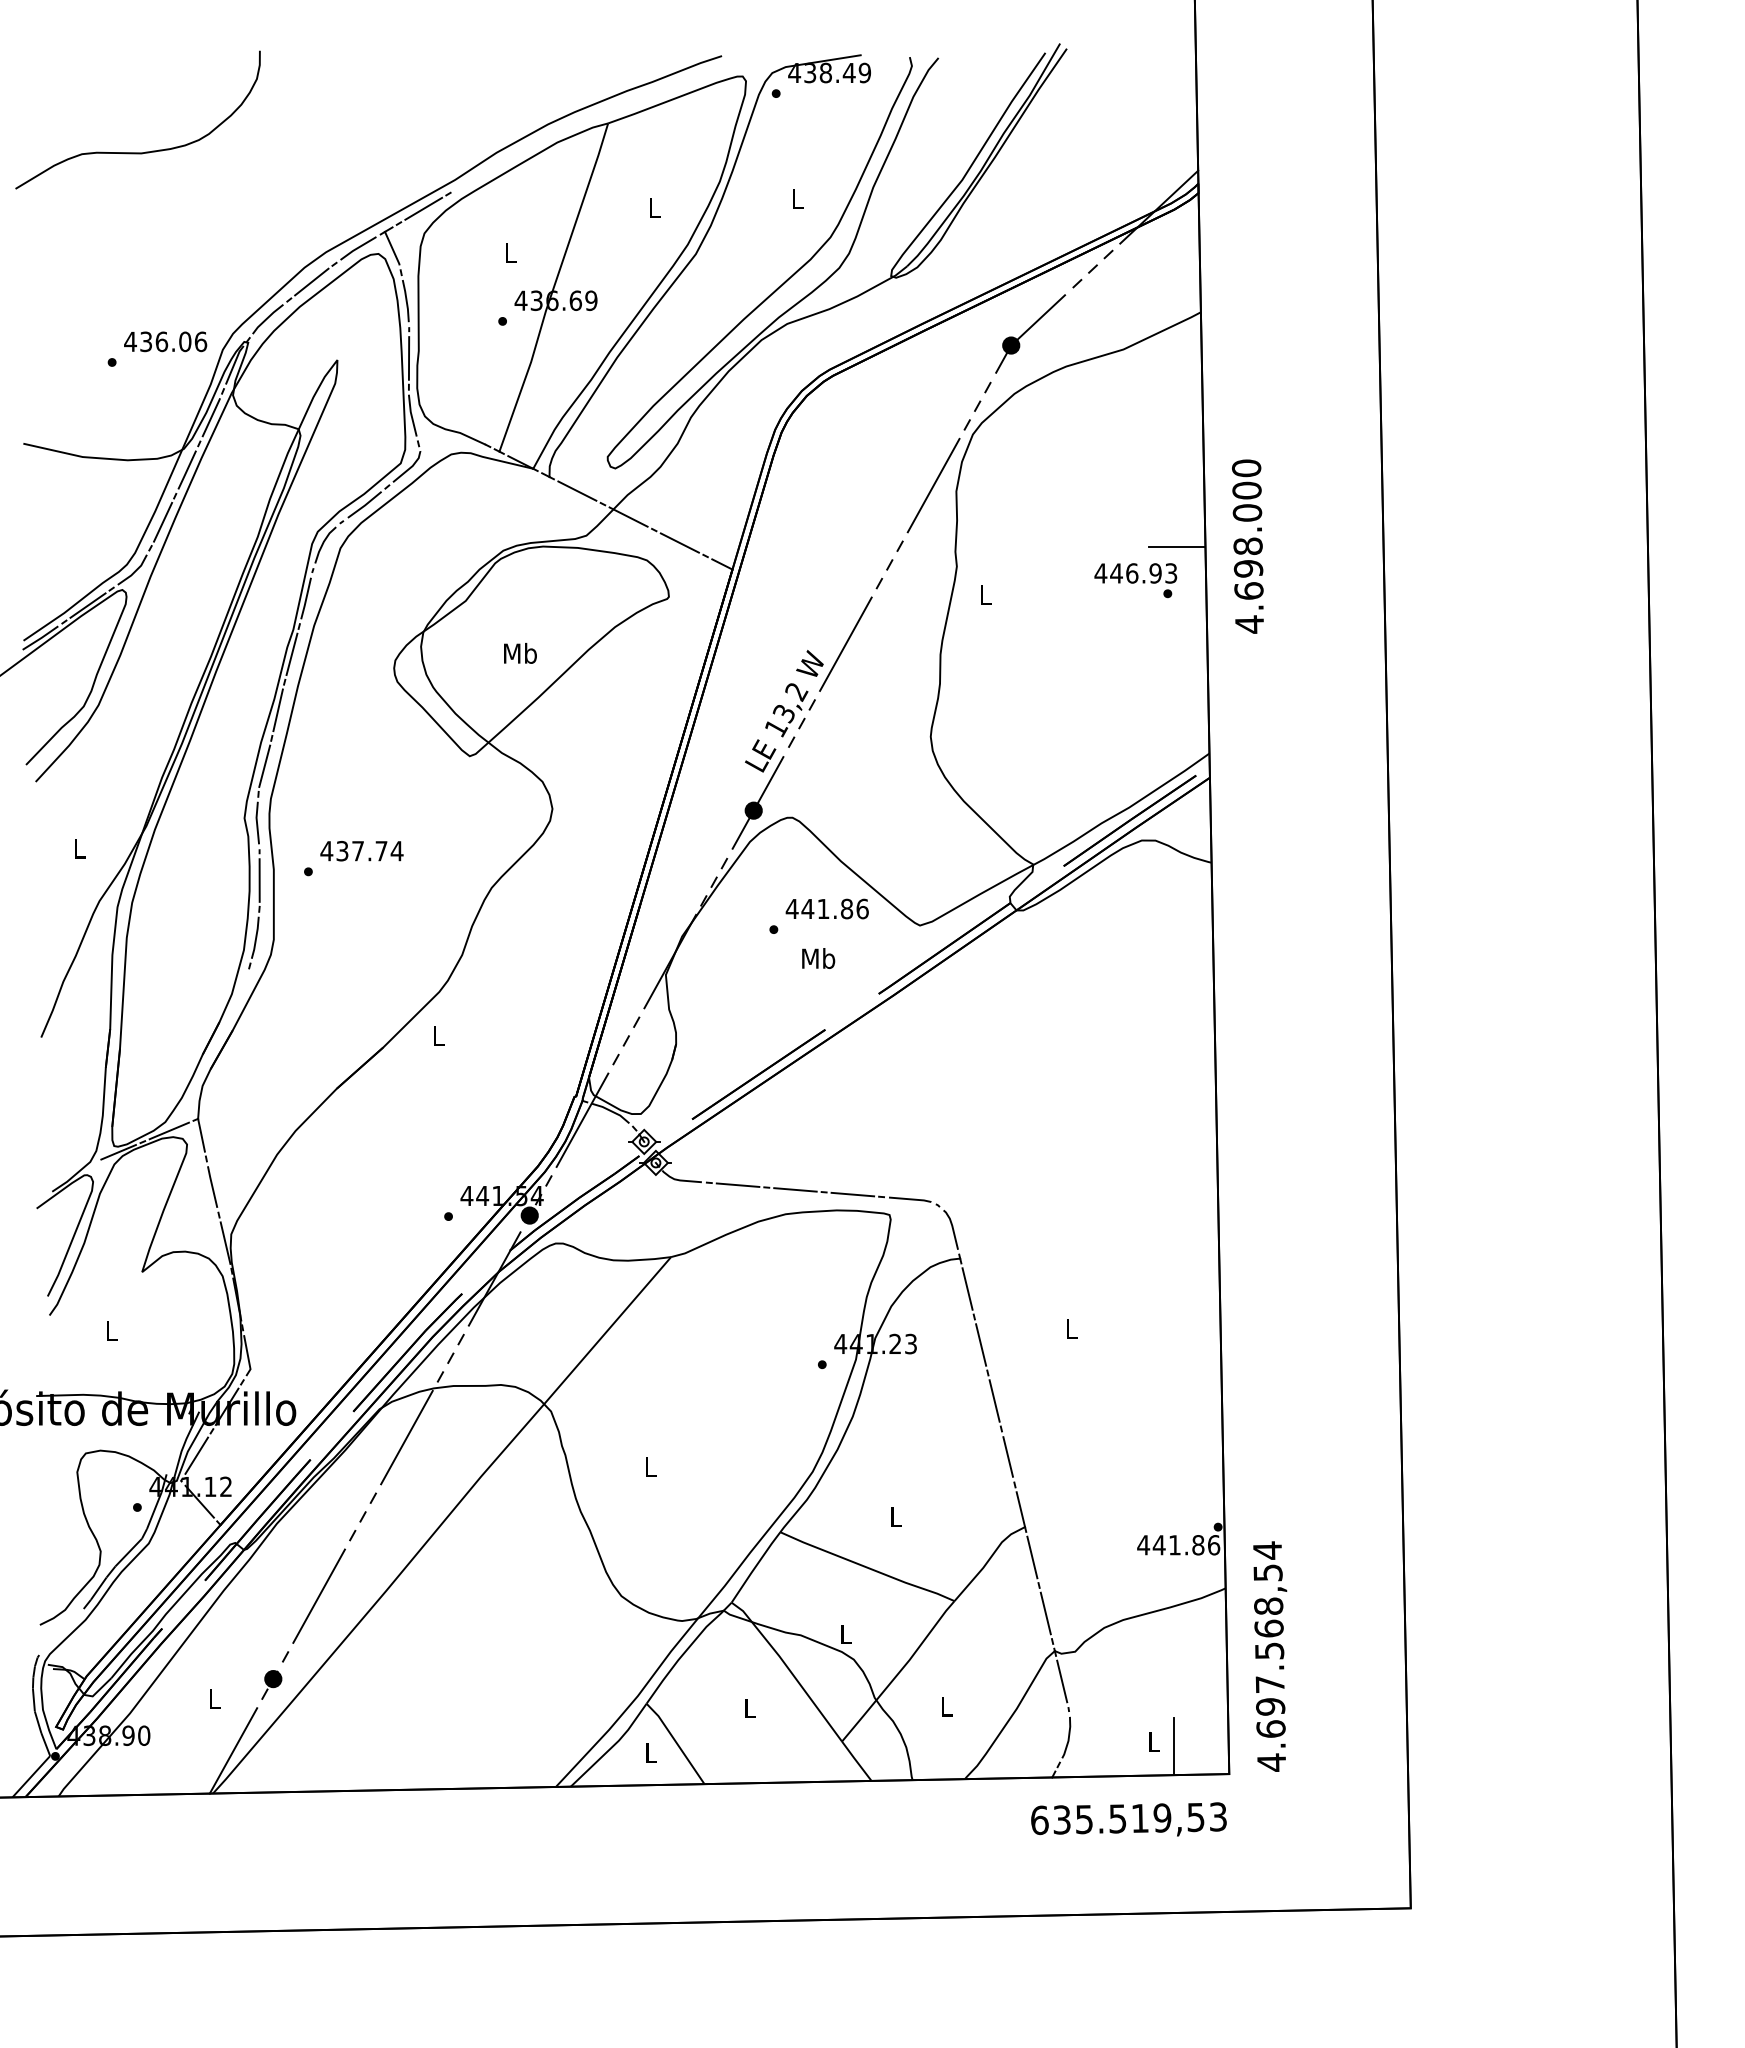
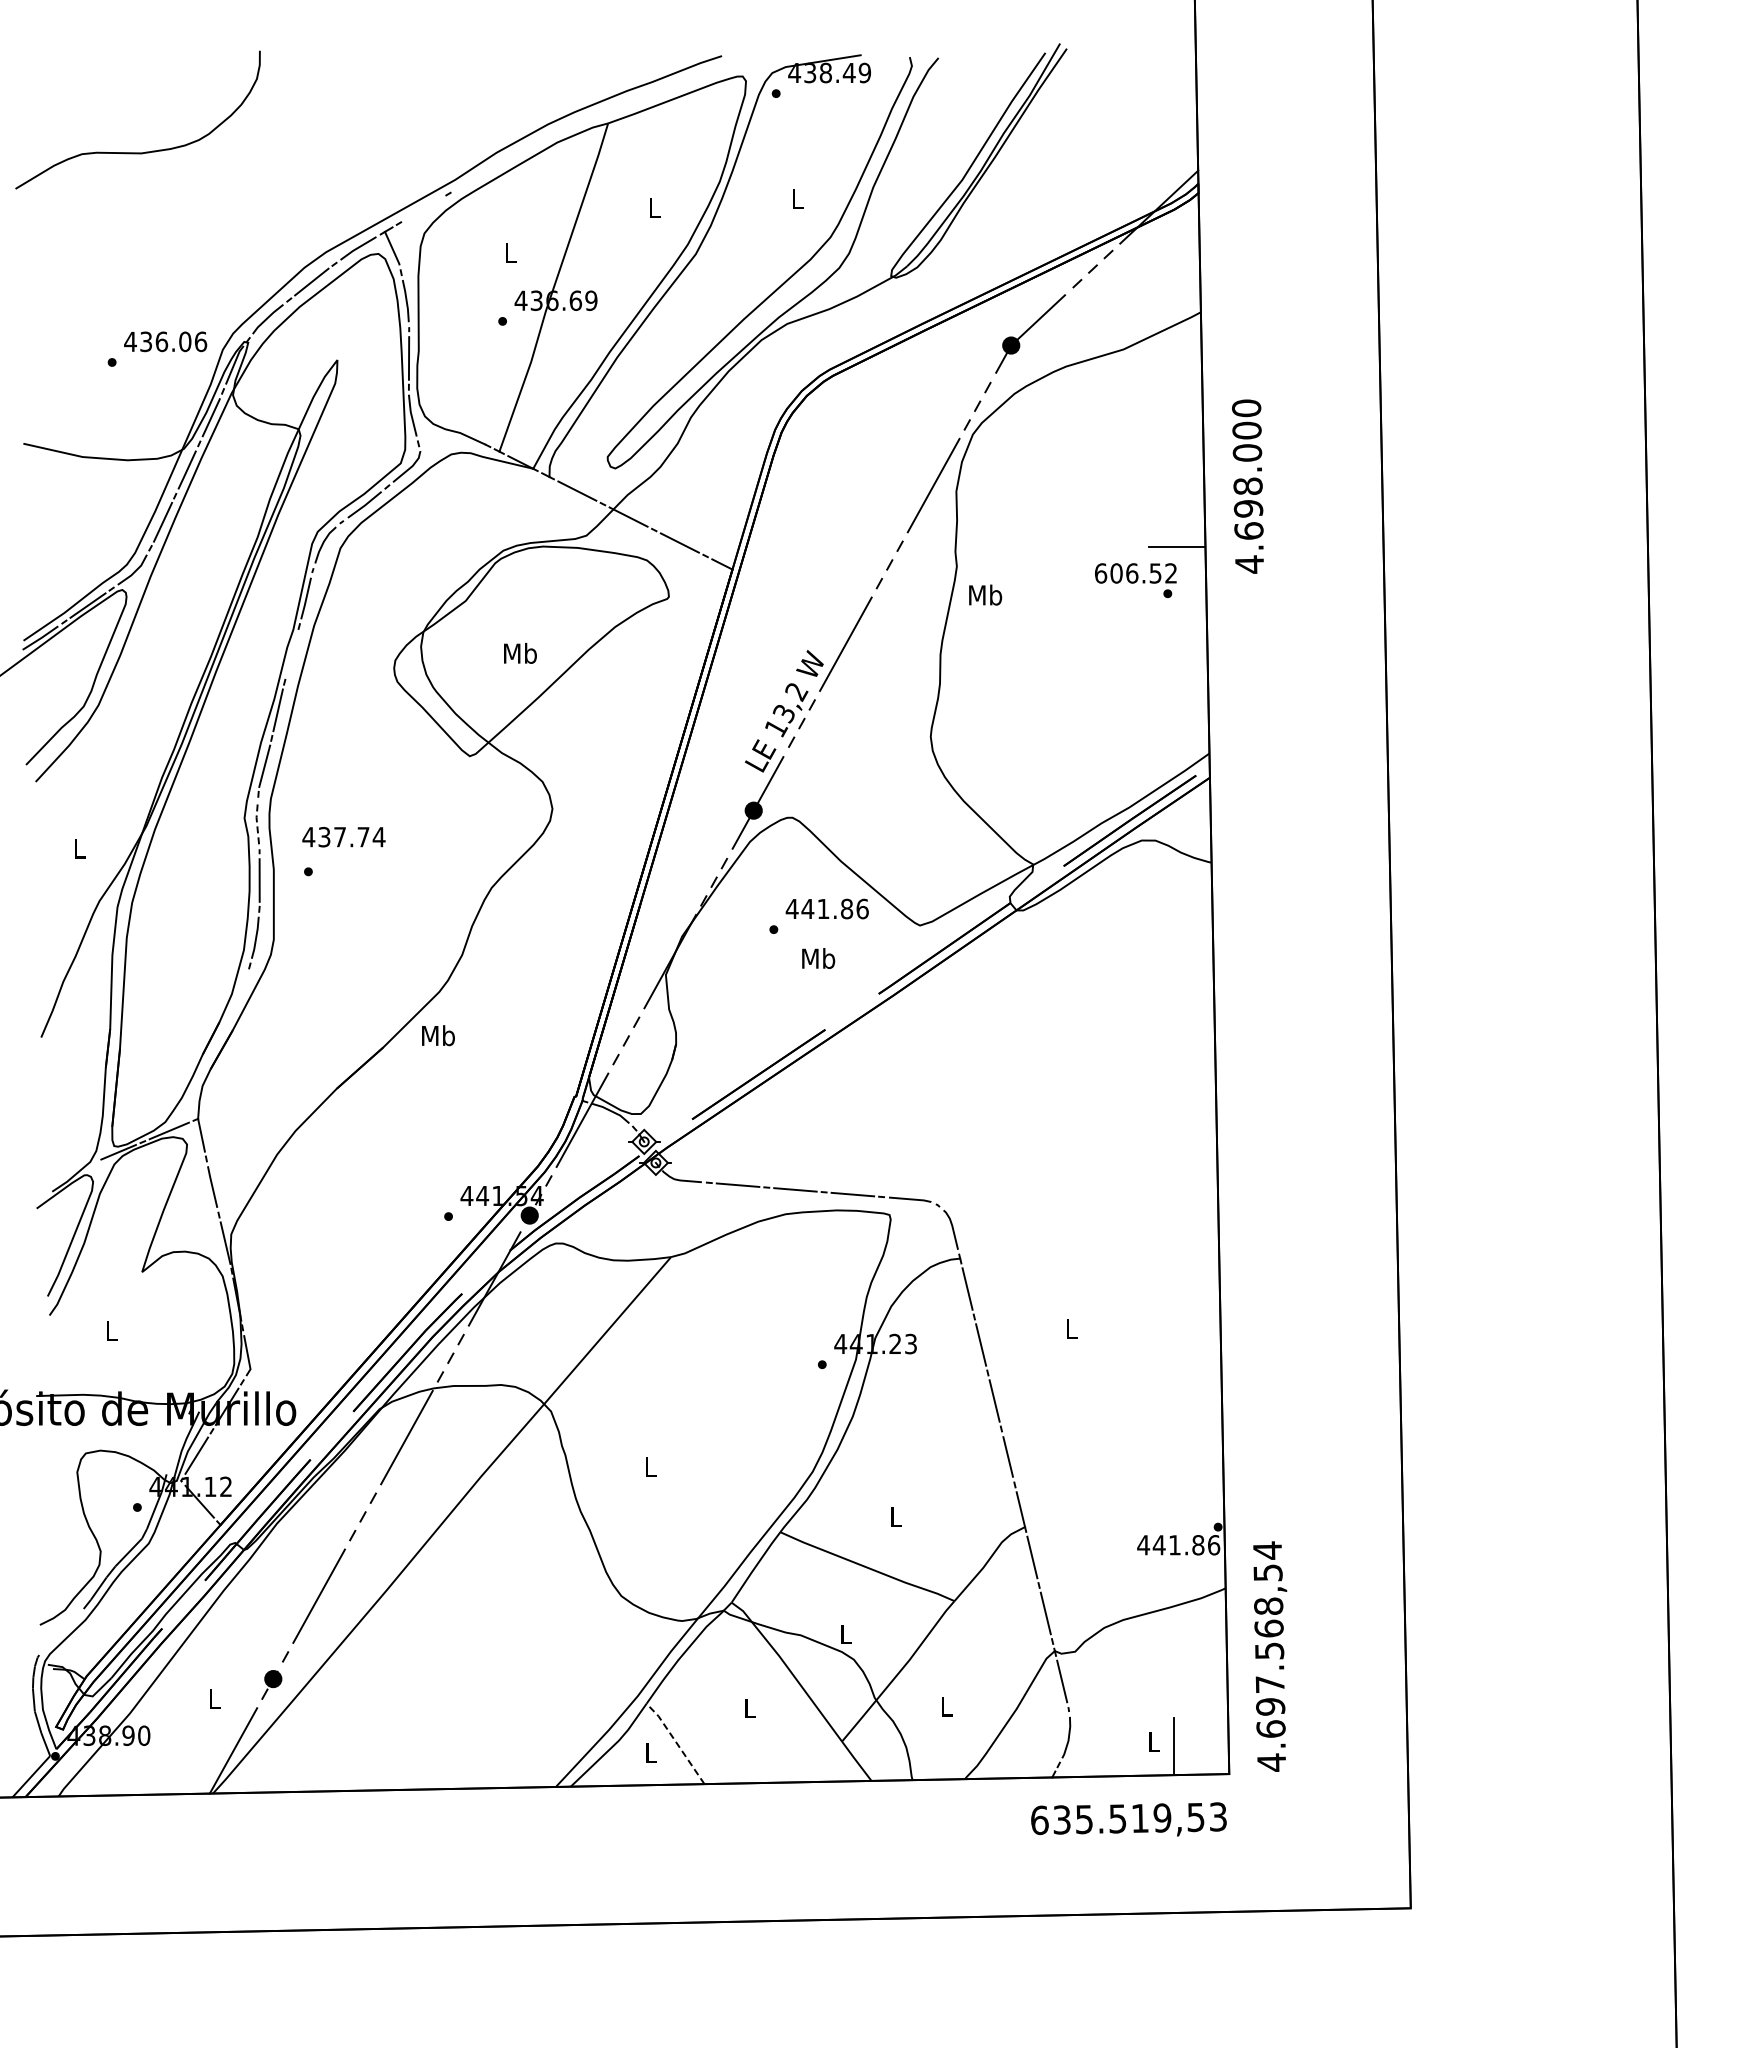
line at (423, 208): present -> none
text at (1247, 546) position: (1247, 546) -> (1247, 486)
text at (1135, 573): 446.93 -> 606.52
text at (985, 594): L -> Mb
line at (291, 654): present -> none
line at (256, 821): solid -> dashed
text at (361, 851) position: (361, 851) -> (343, 837)
text at (438, 1035): L -> Mb
line at (676, 1742): solid -> dashed
